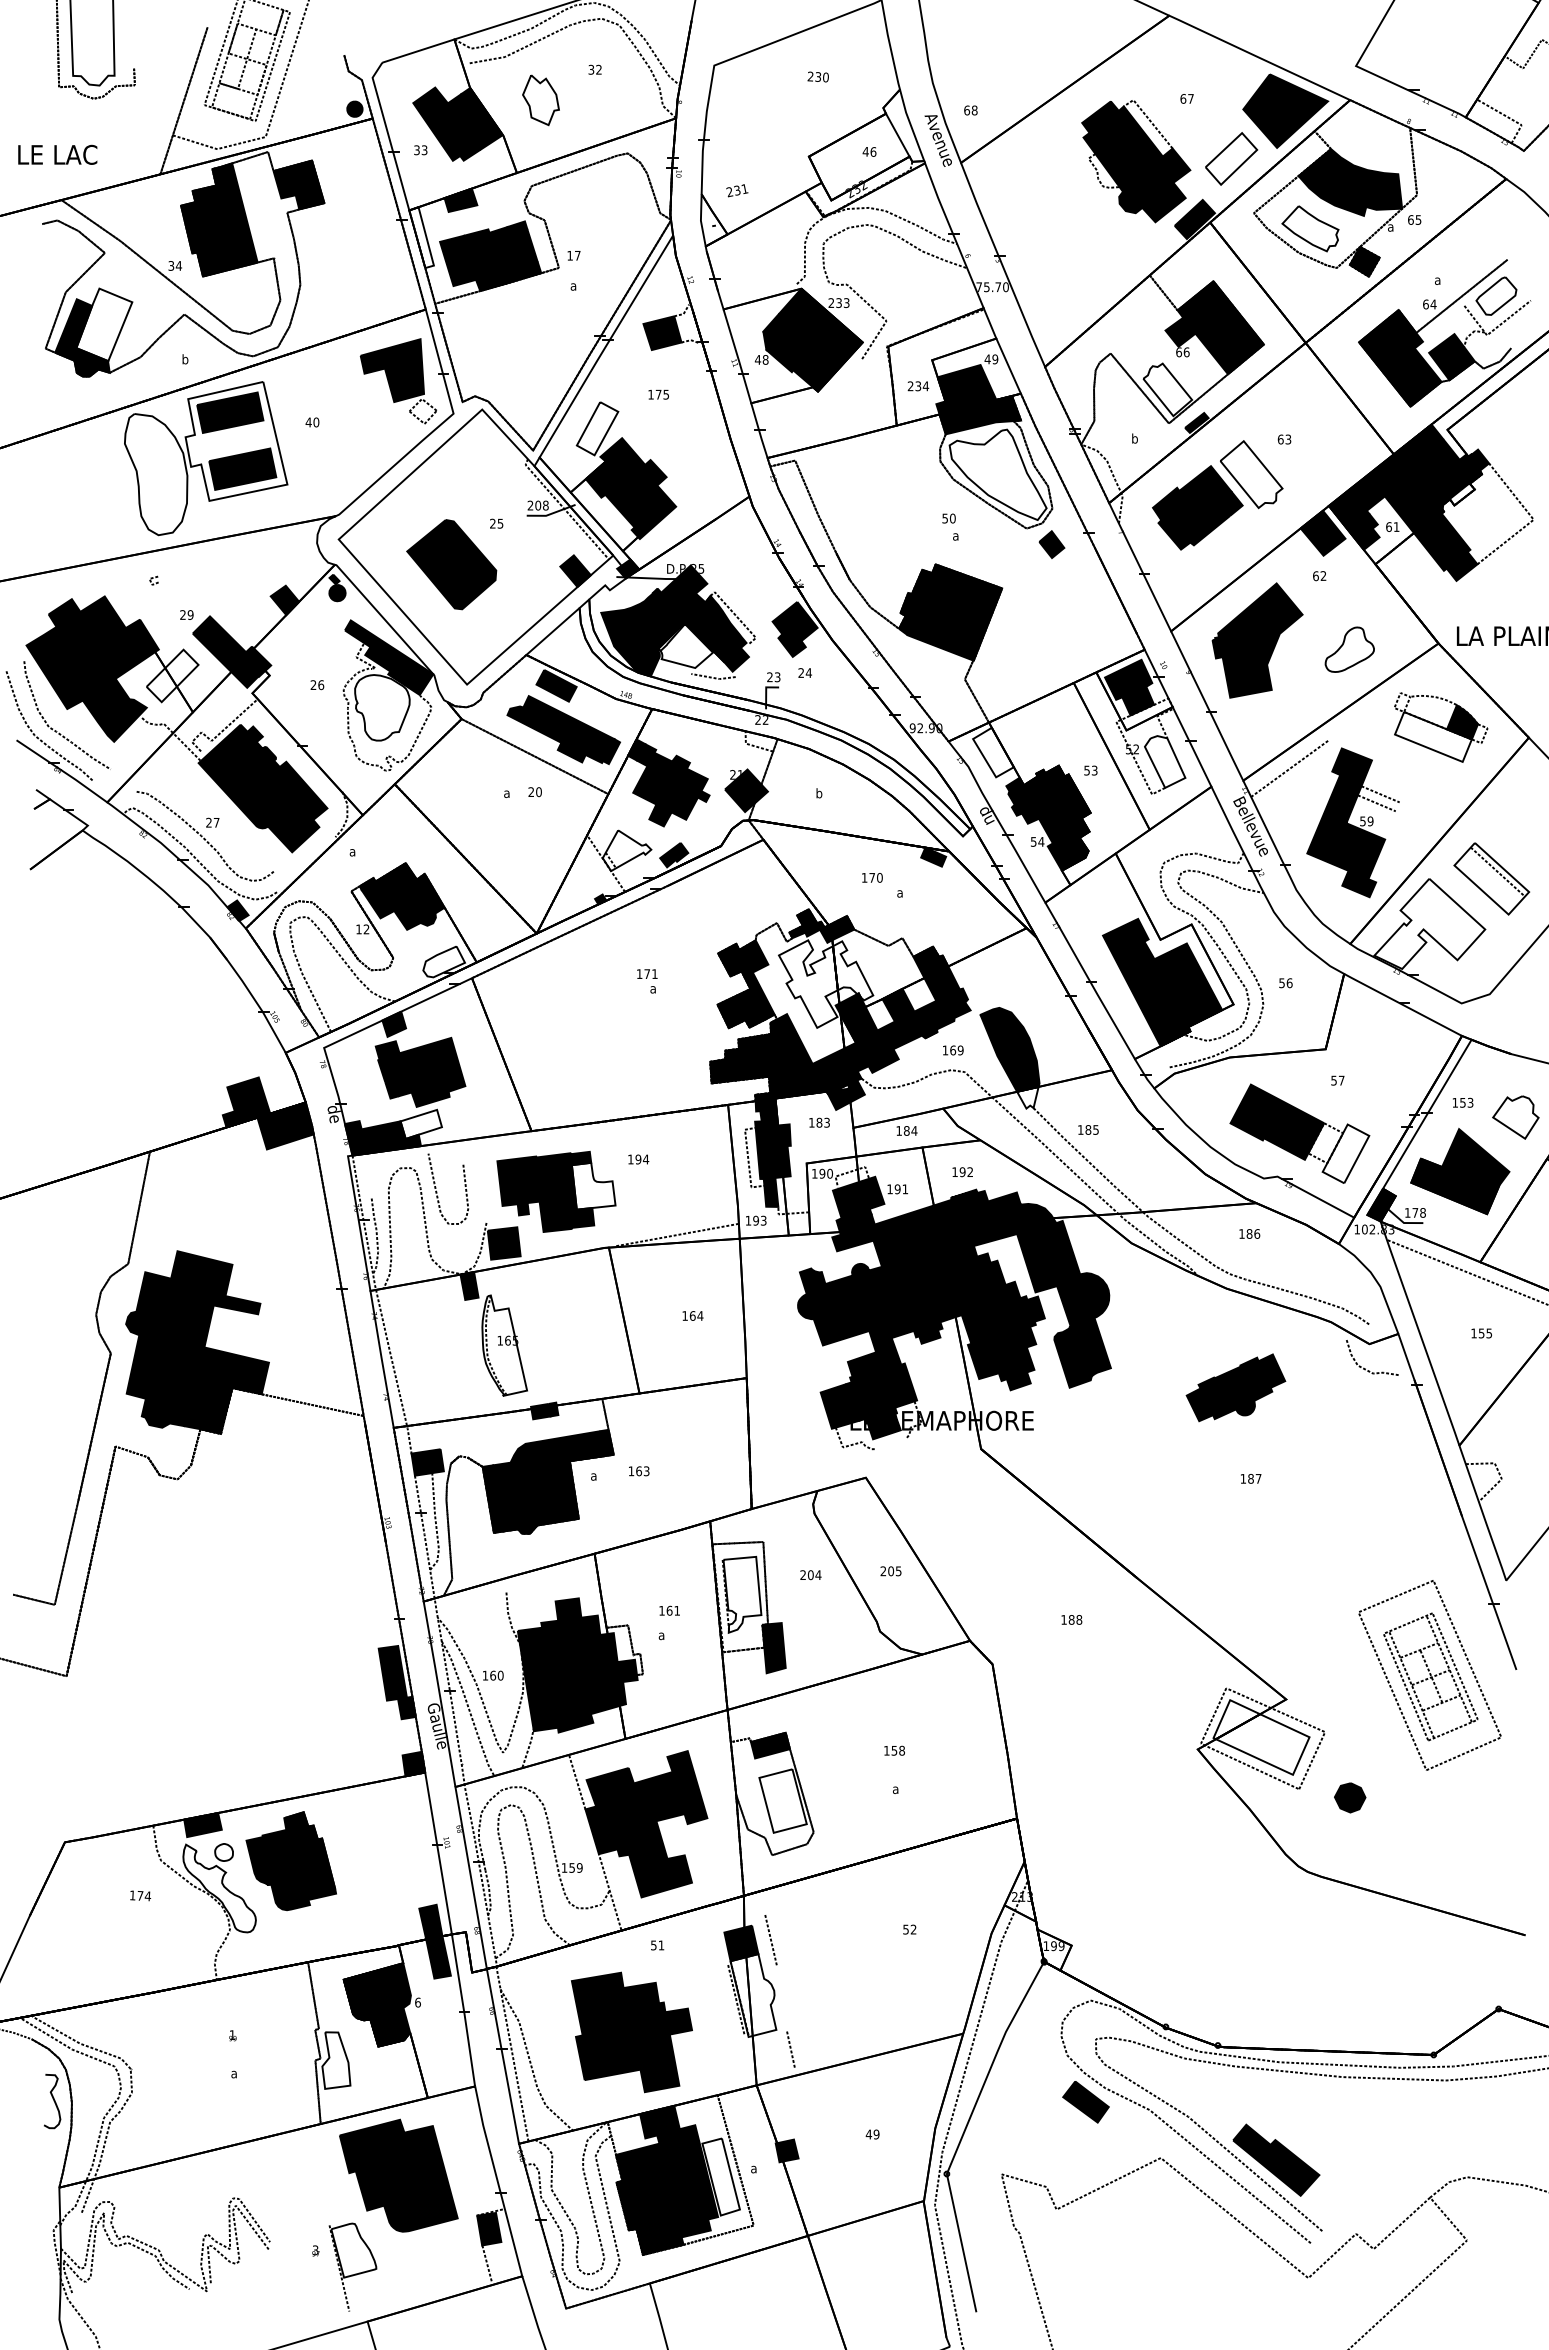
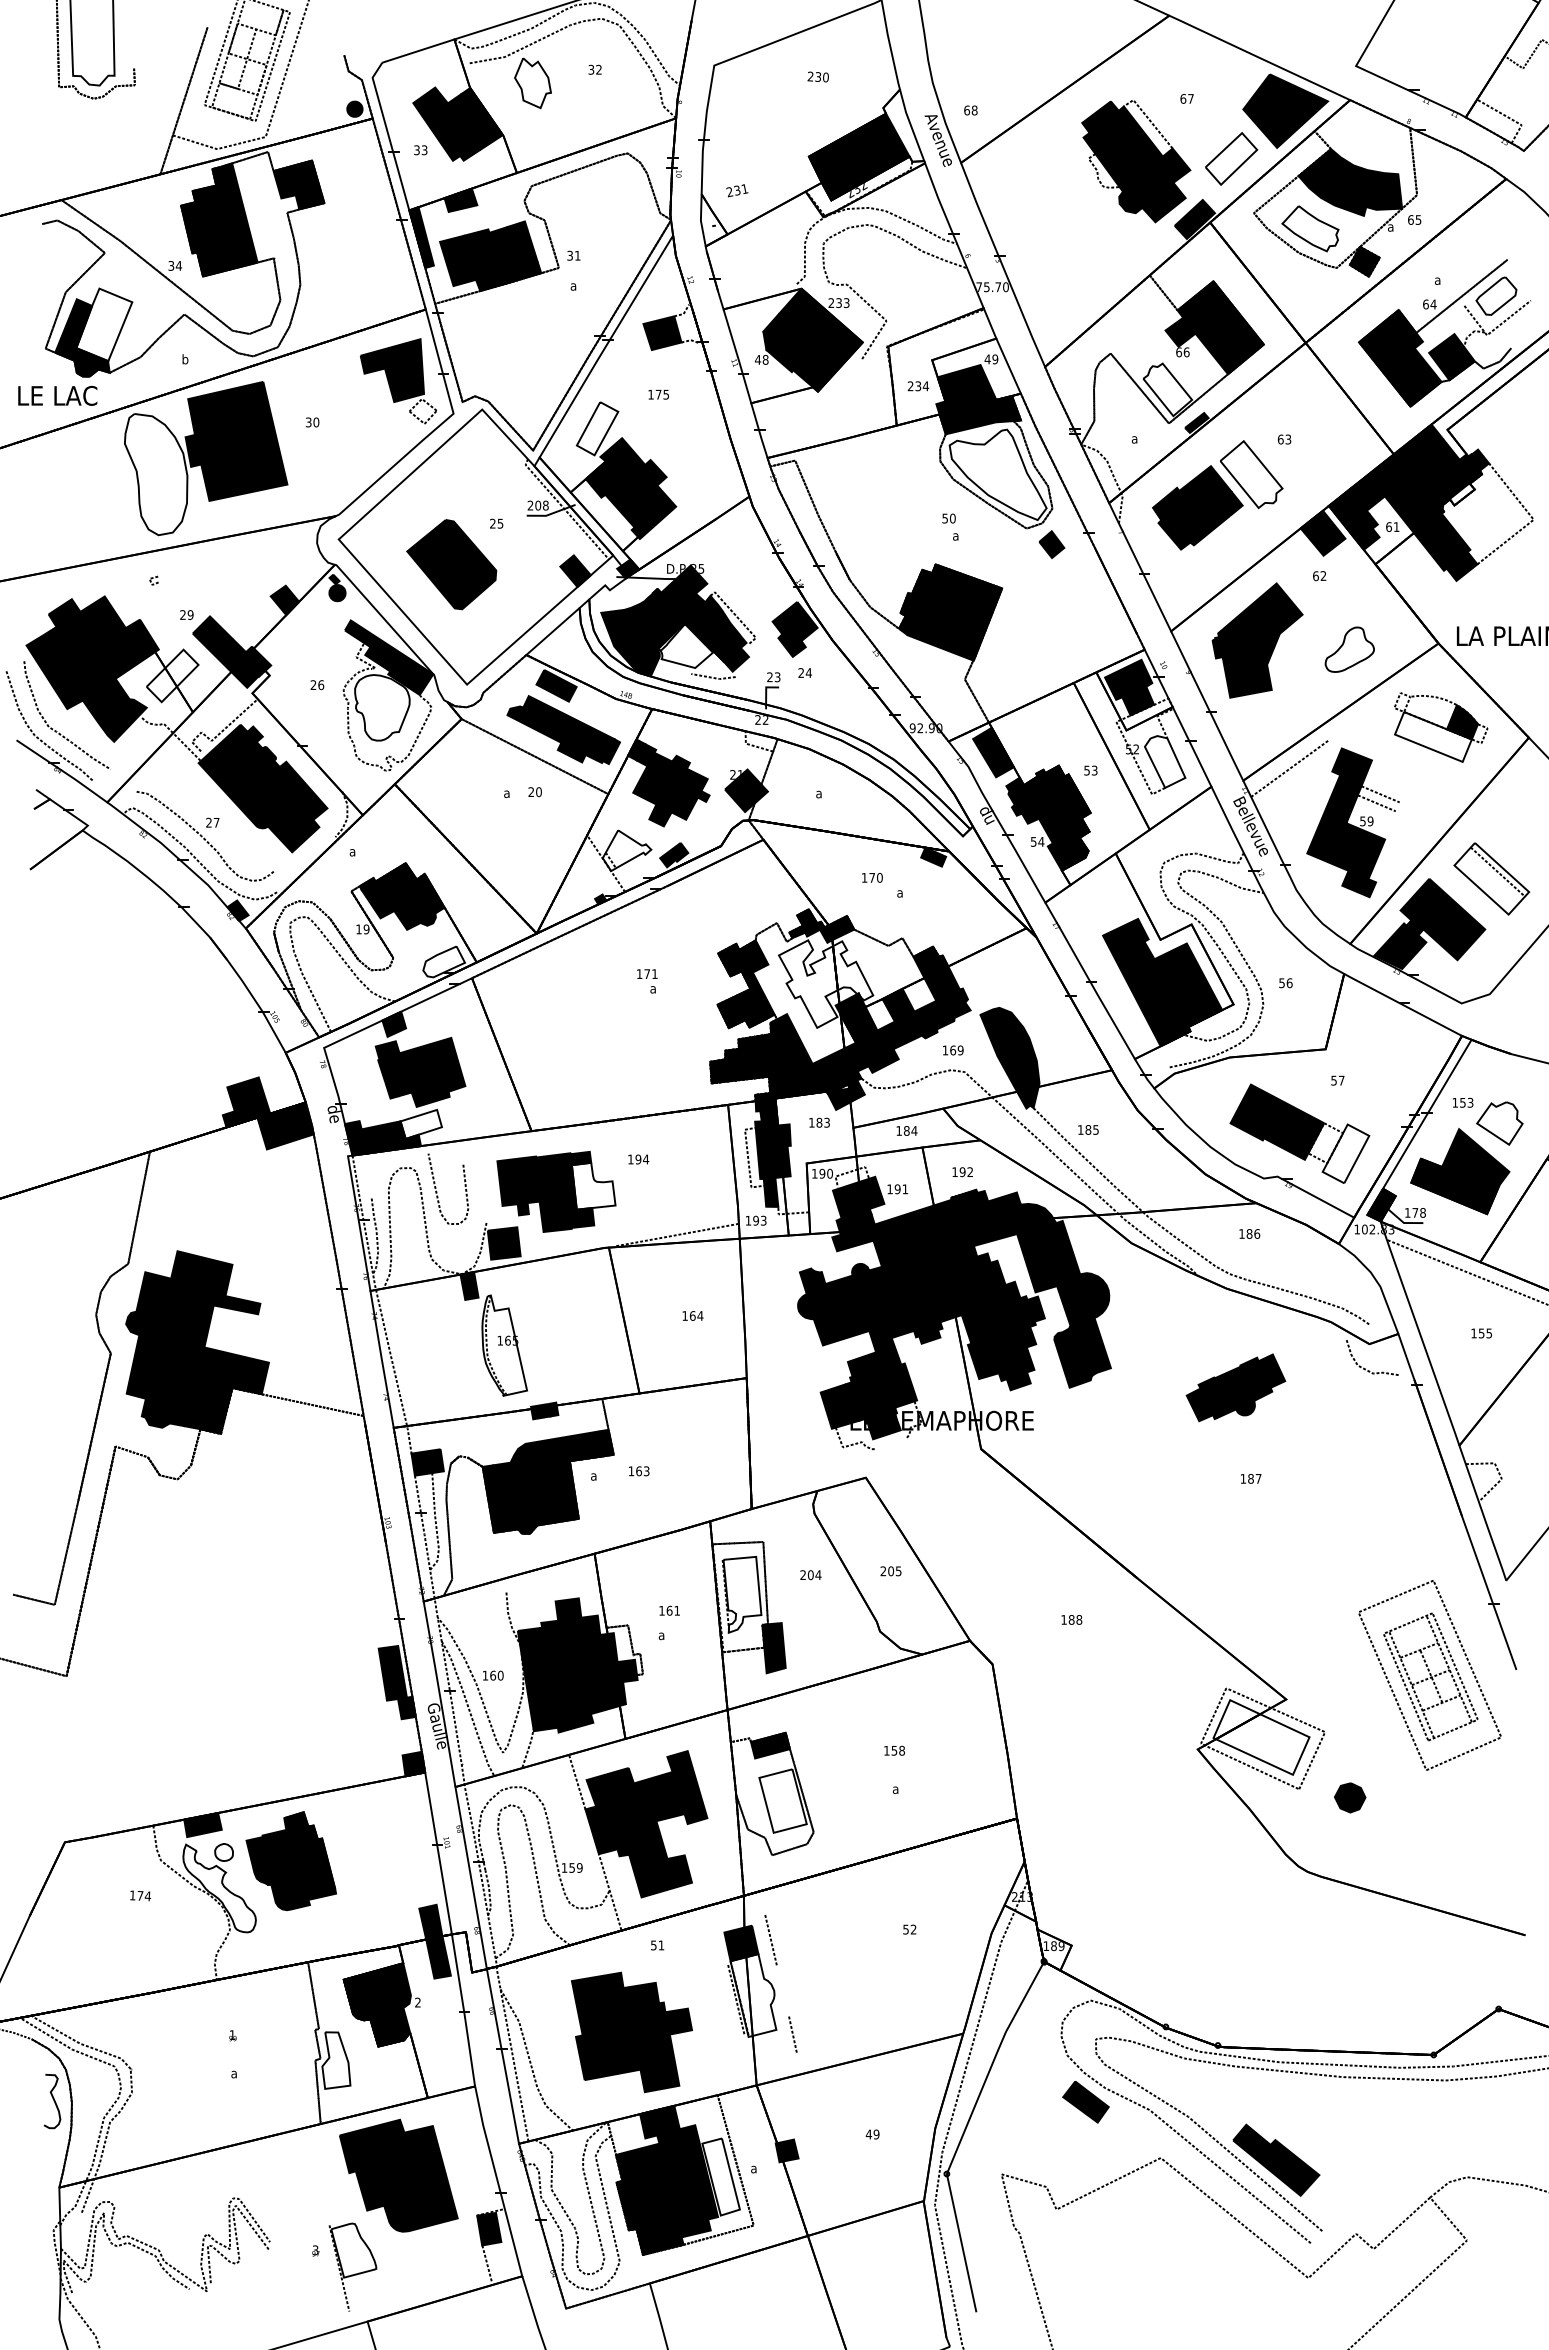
part at (540, 100) position: (540, 100) -> (532, 83)
text at (57, 154) position: (57, 154) -> (57, 395)
fill at (859, 156): none -> present
fill at (421, 237): none -> present
text at (573, 255): 17 -> 31
text at (308, 422): 40 -> 30
text at (1134, 438): b -> a
fill at (236, 440): none -> present
fill at (993, 752): none -> present
text at (819, 793): b -> a
fill at (1429, 923): none -> present
text at (366, 929): 12 -> 19
fill at (1027, 1097): none -> present
part at (1515, 1117) position: (1515, 1117) -> (1499, 1123)
text at (1053, 1946): 199 -> 189
text at (417, 2002): 6 -> 2
line at (790, 2048) position: (790, 2048) -> (792, 2033)
